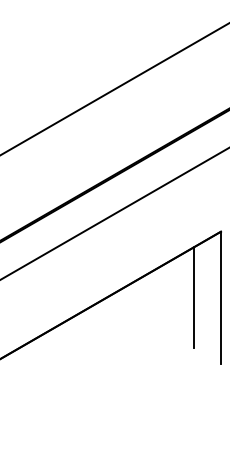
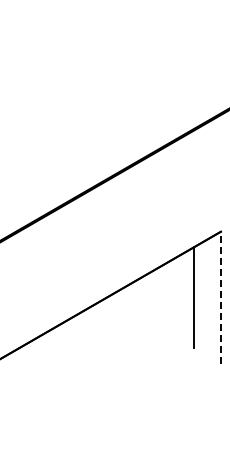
line at (114, 89): present -> none
line at (114, 213): present -> none
line at (220, 297): solid -> dashed
